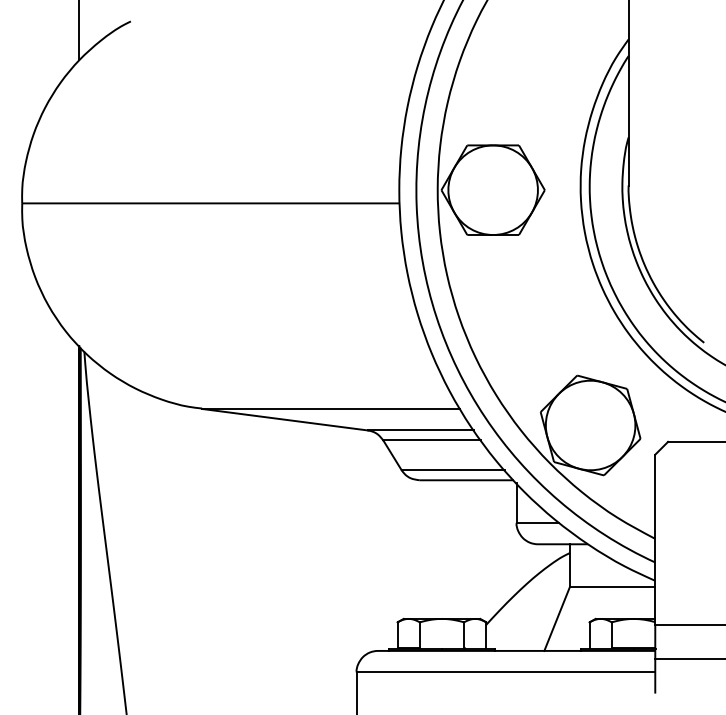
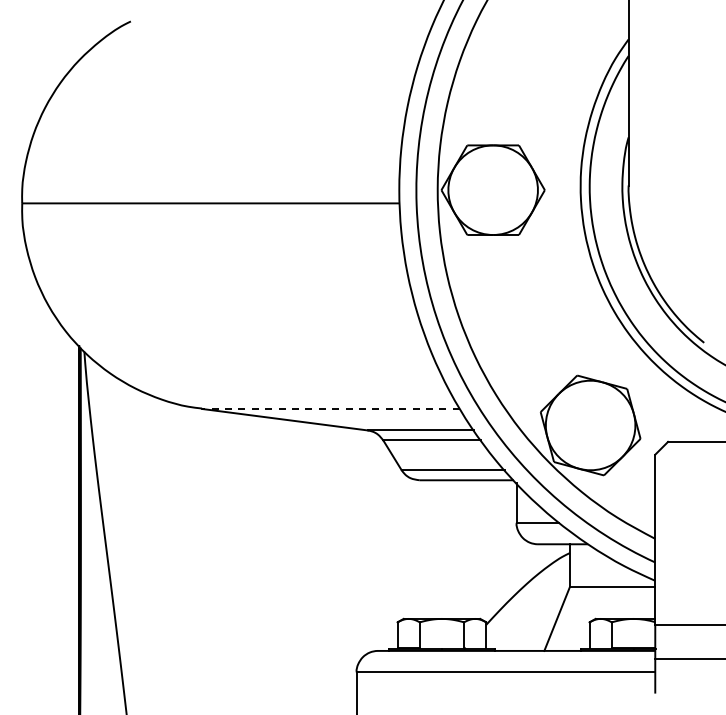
line at (79, 31): present -> none
line at (330, 408): solid -> dashed
